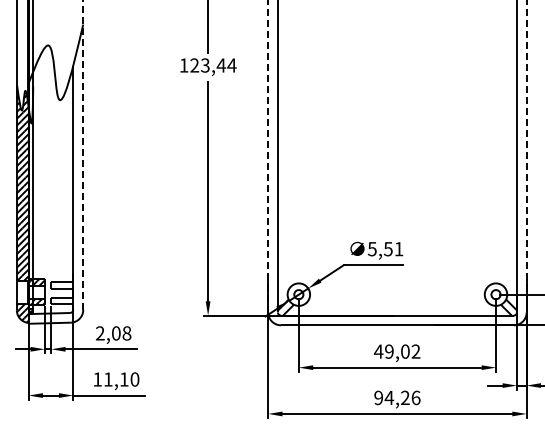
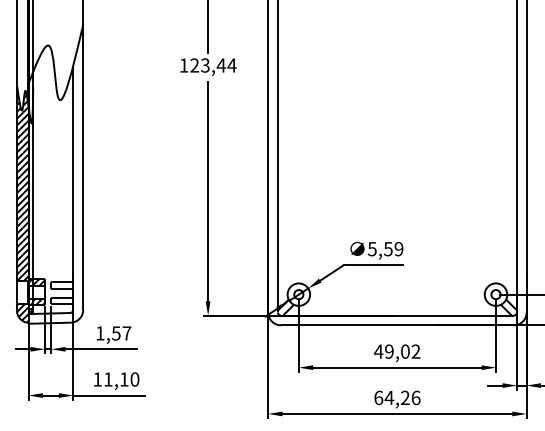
line at (83, 155): dashed -> solid
line at (268, 156): dashed -> solid
line at (526, 156): dashed -> solid
text at (398, 248): 5,51 -> 5,59
text at (113, 333): 2,08 -> 1,57
text at (378, 397): 94,26 -> 64,26
